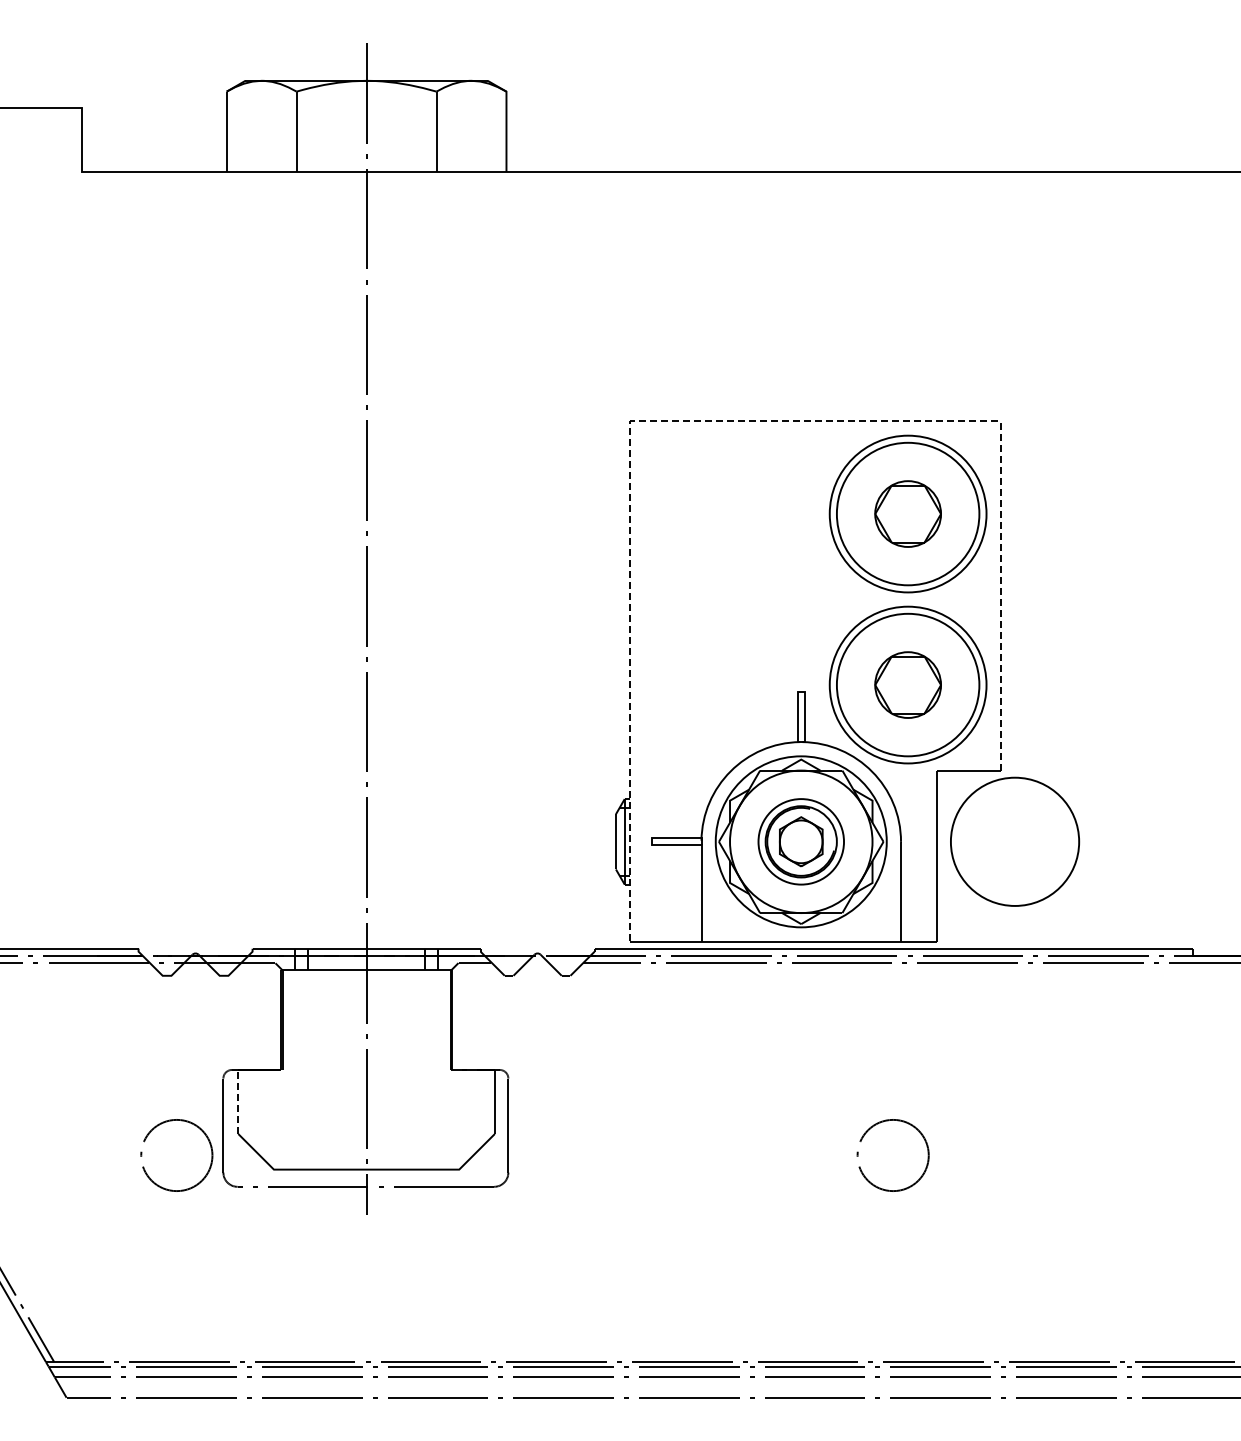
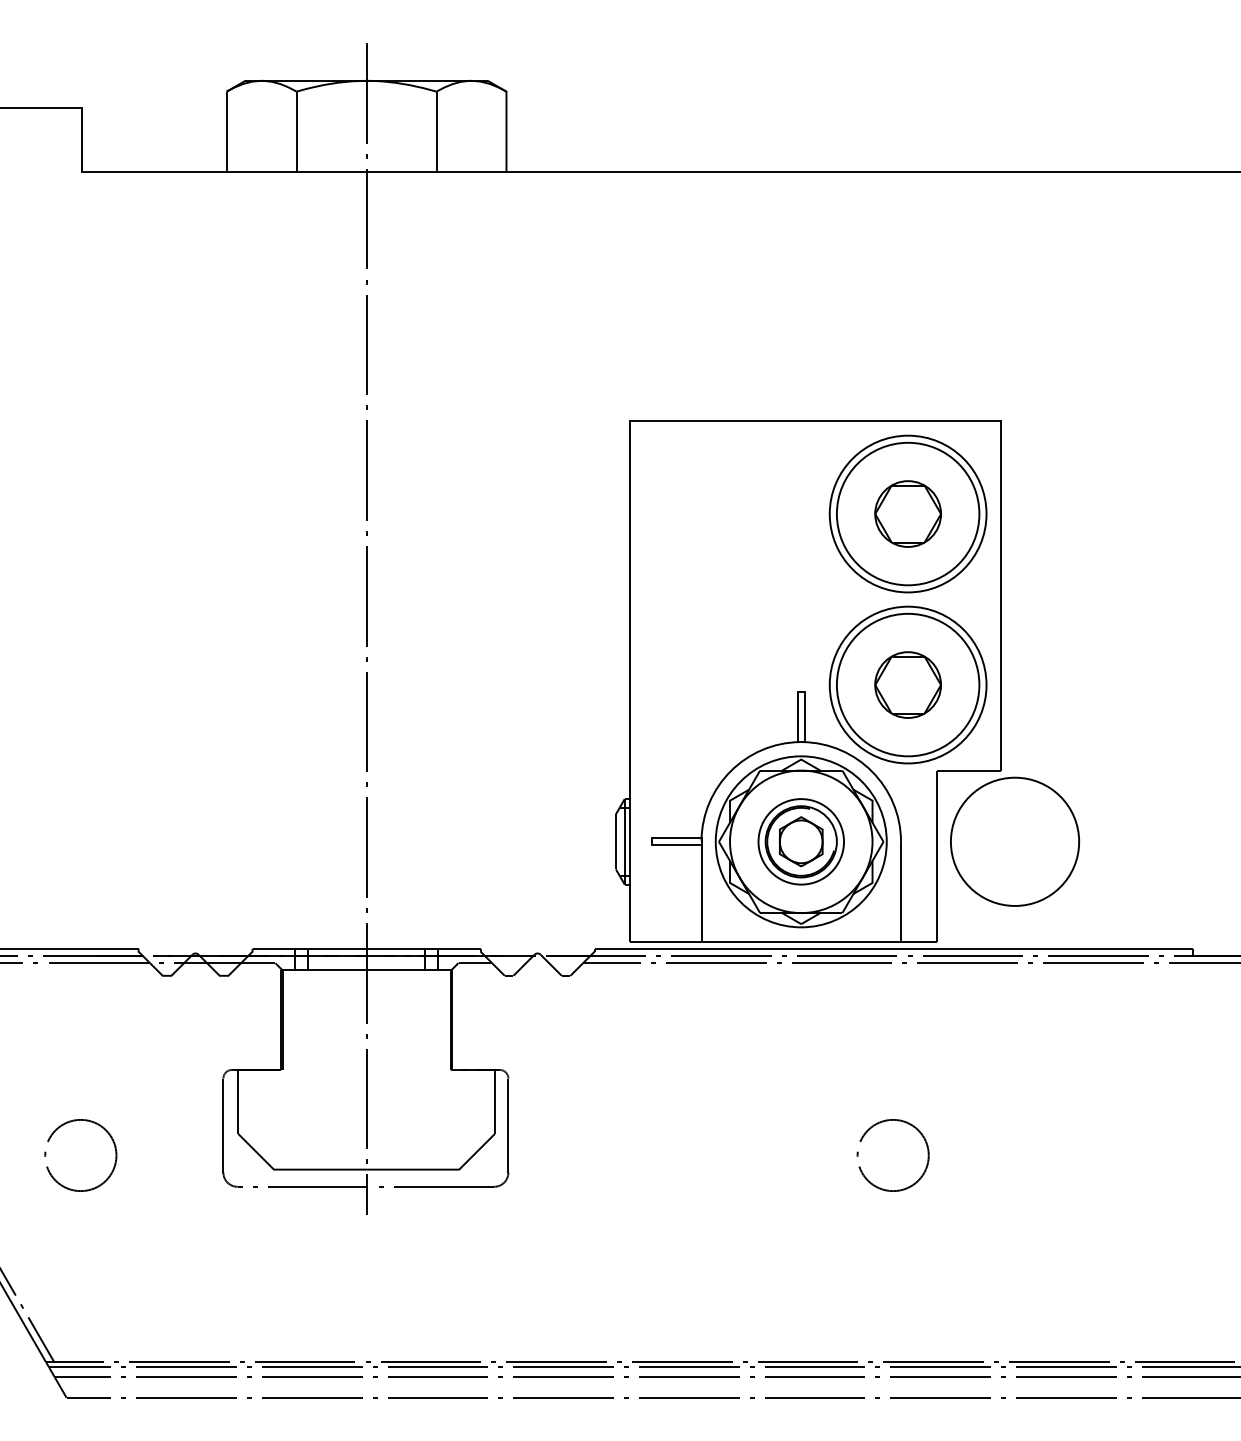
line at (730, 421): dashed -> solid
line at (238, 1101): dashed -> solid
part at (146, 1139) position: (146, 1139) -> (50, 1139)
